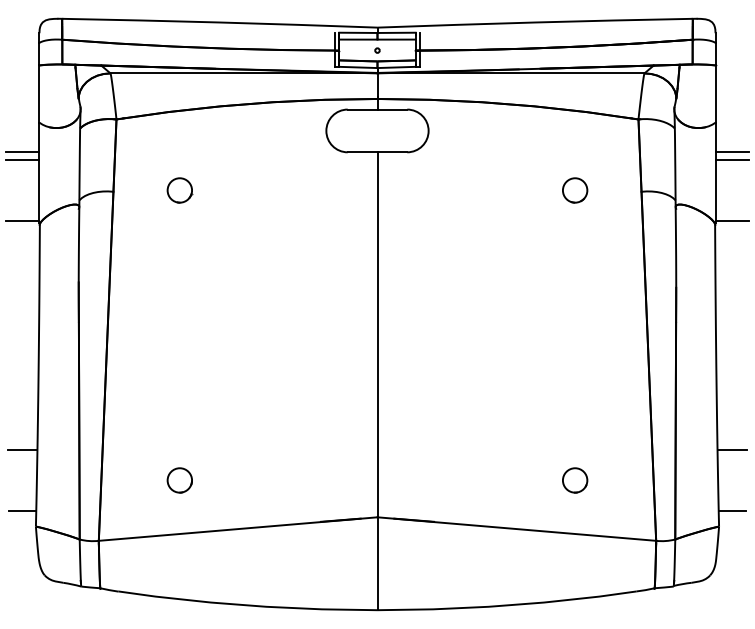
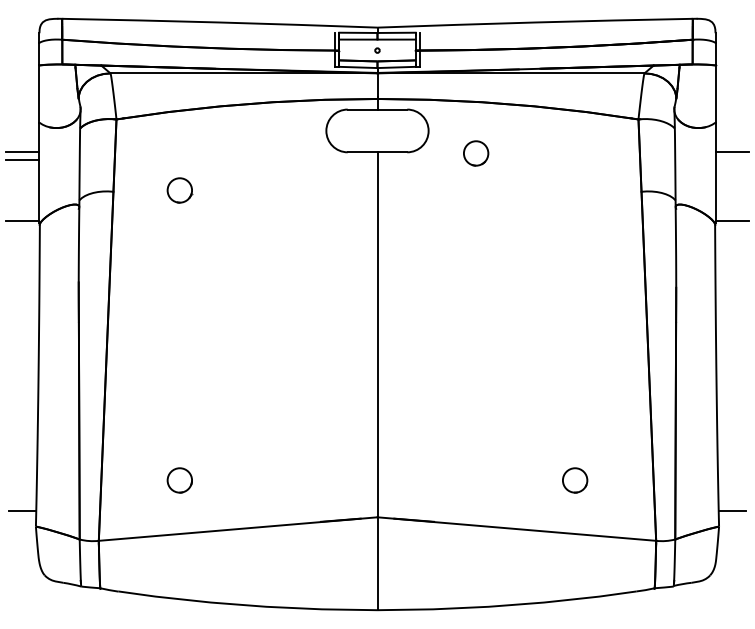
line at (732, 159): present -> none
circle at (575, 190) position: (575, 190) -> (476, 153)
line at (22, 449): present -> none
line at (732, 449): present -> none
